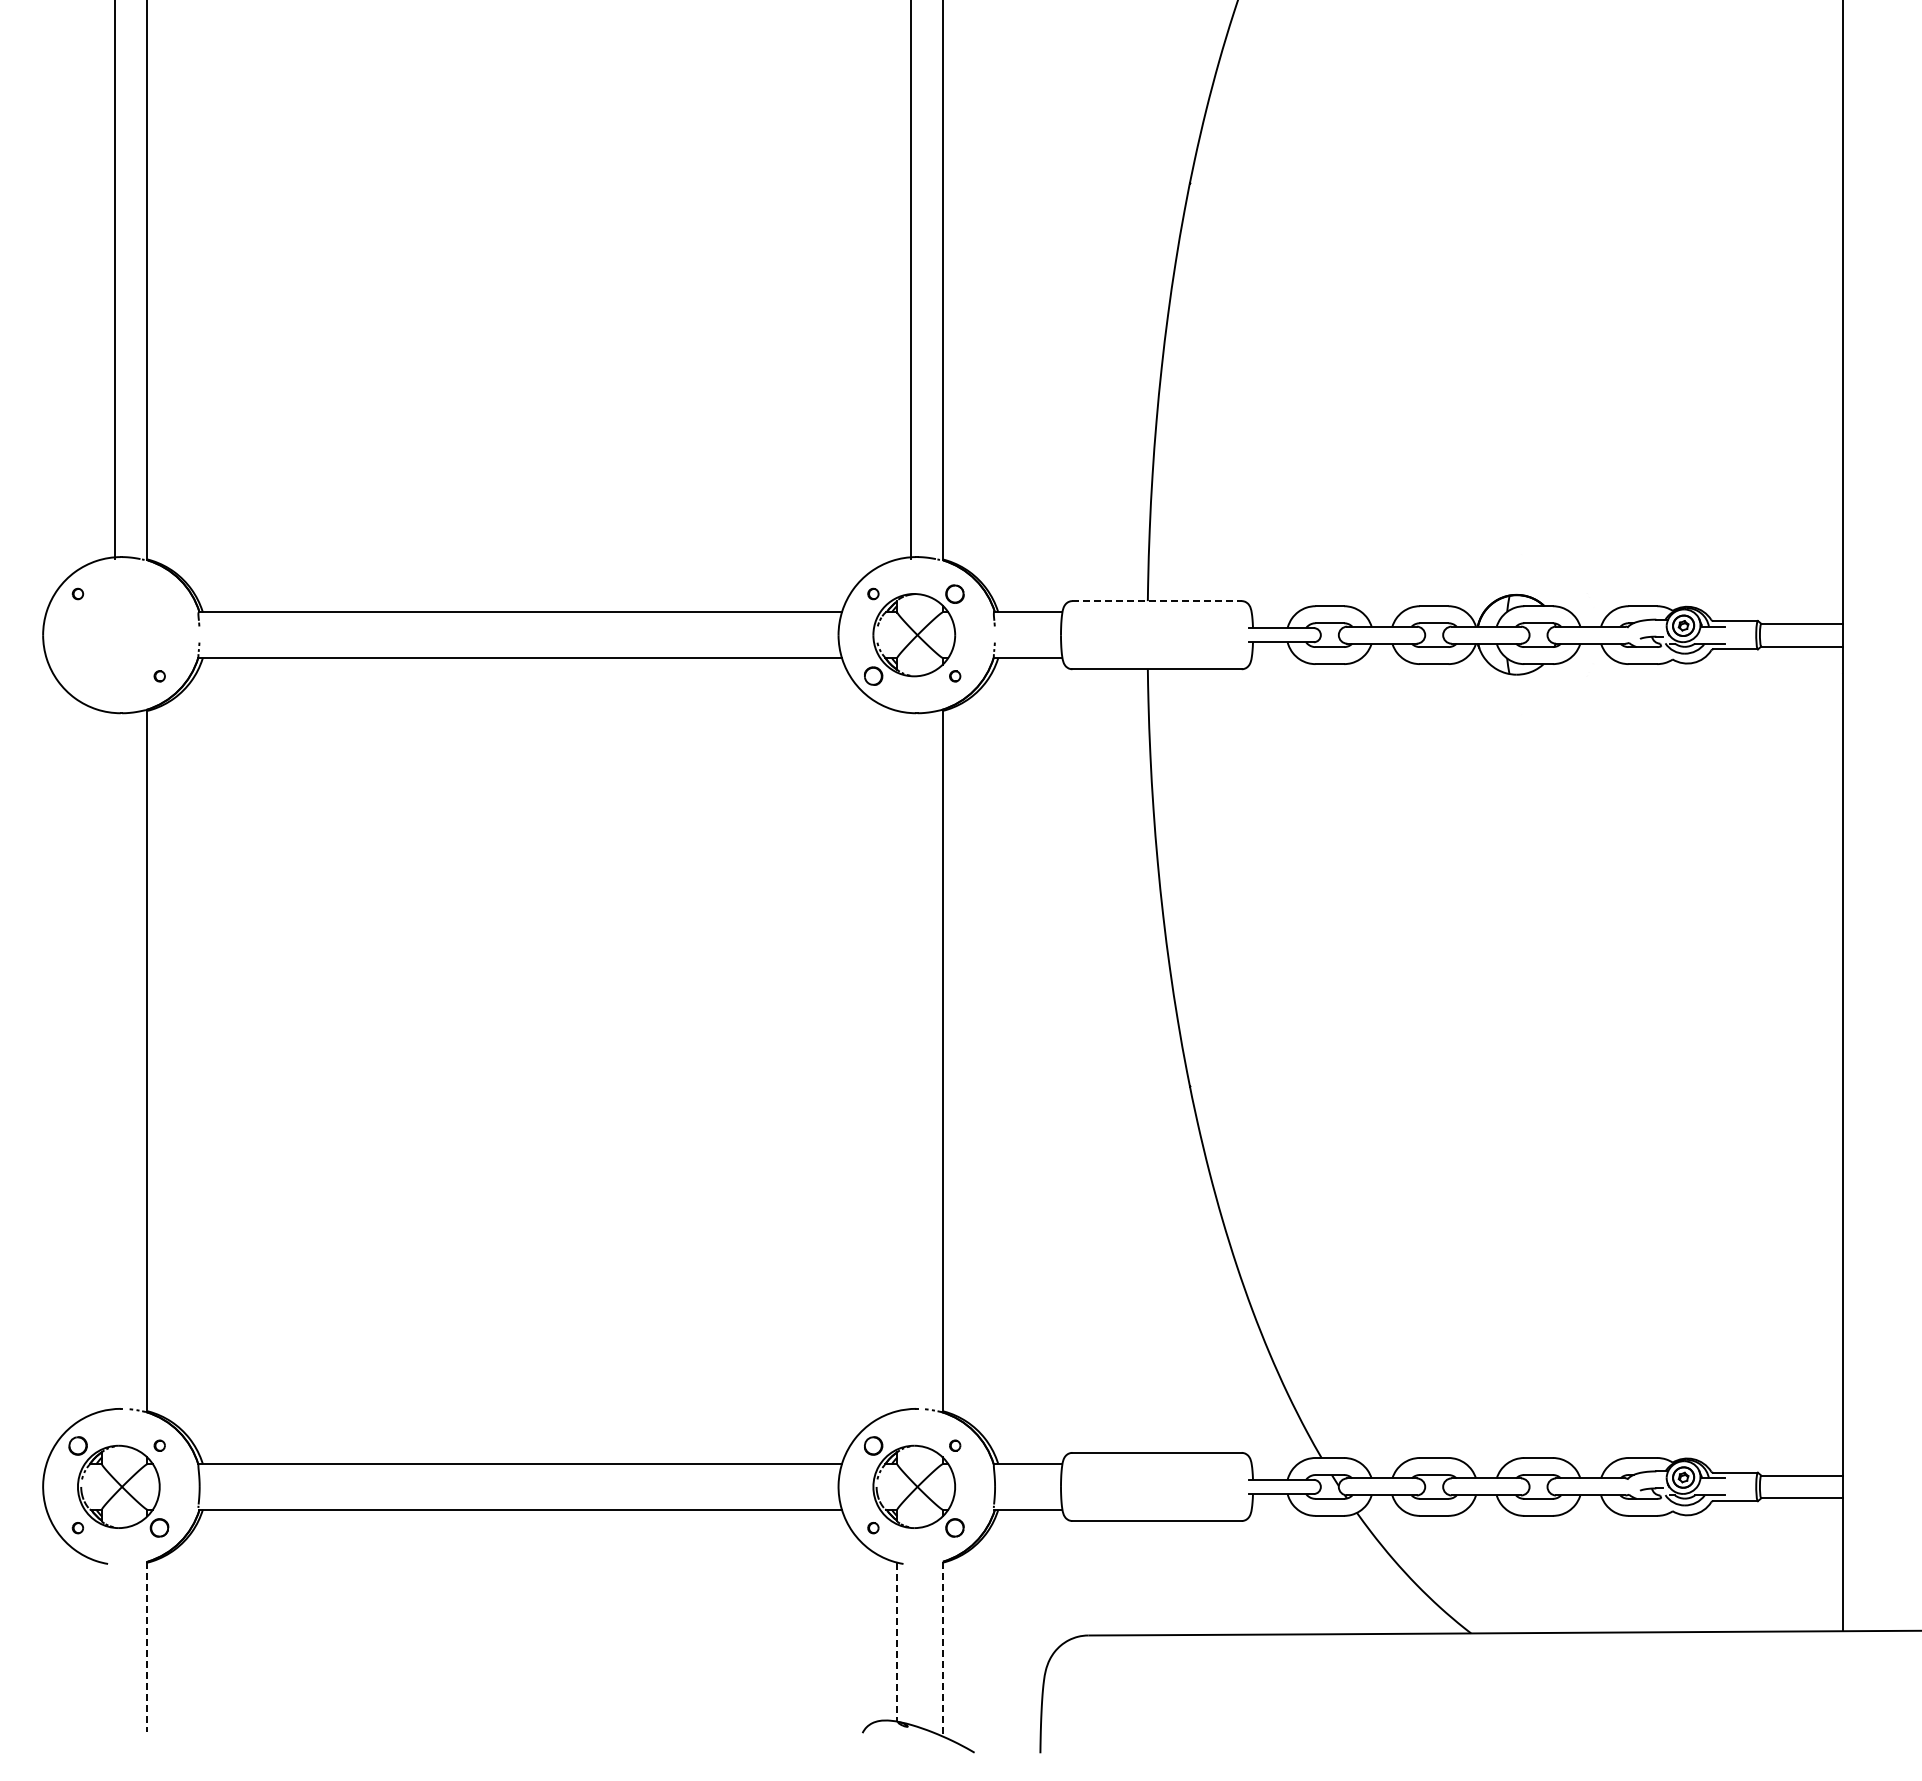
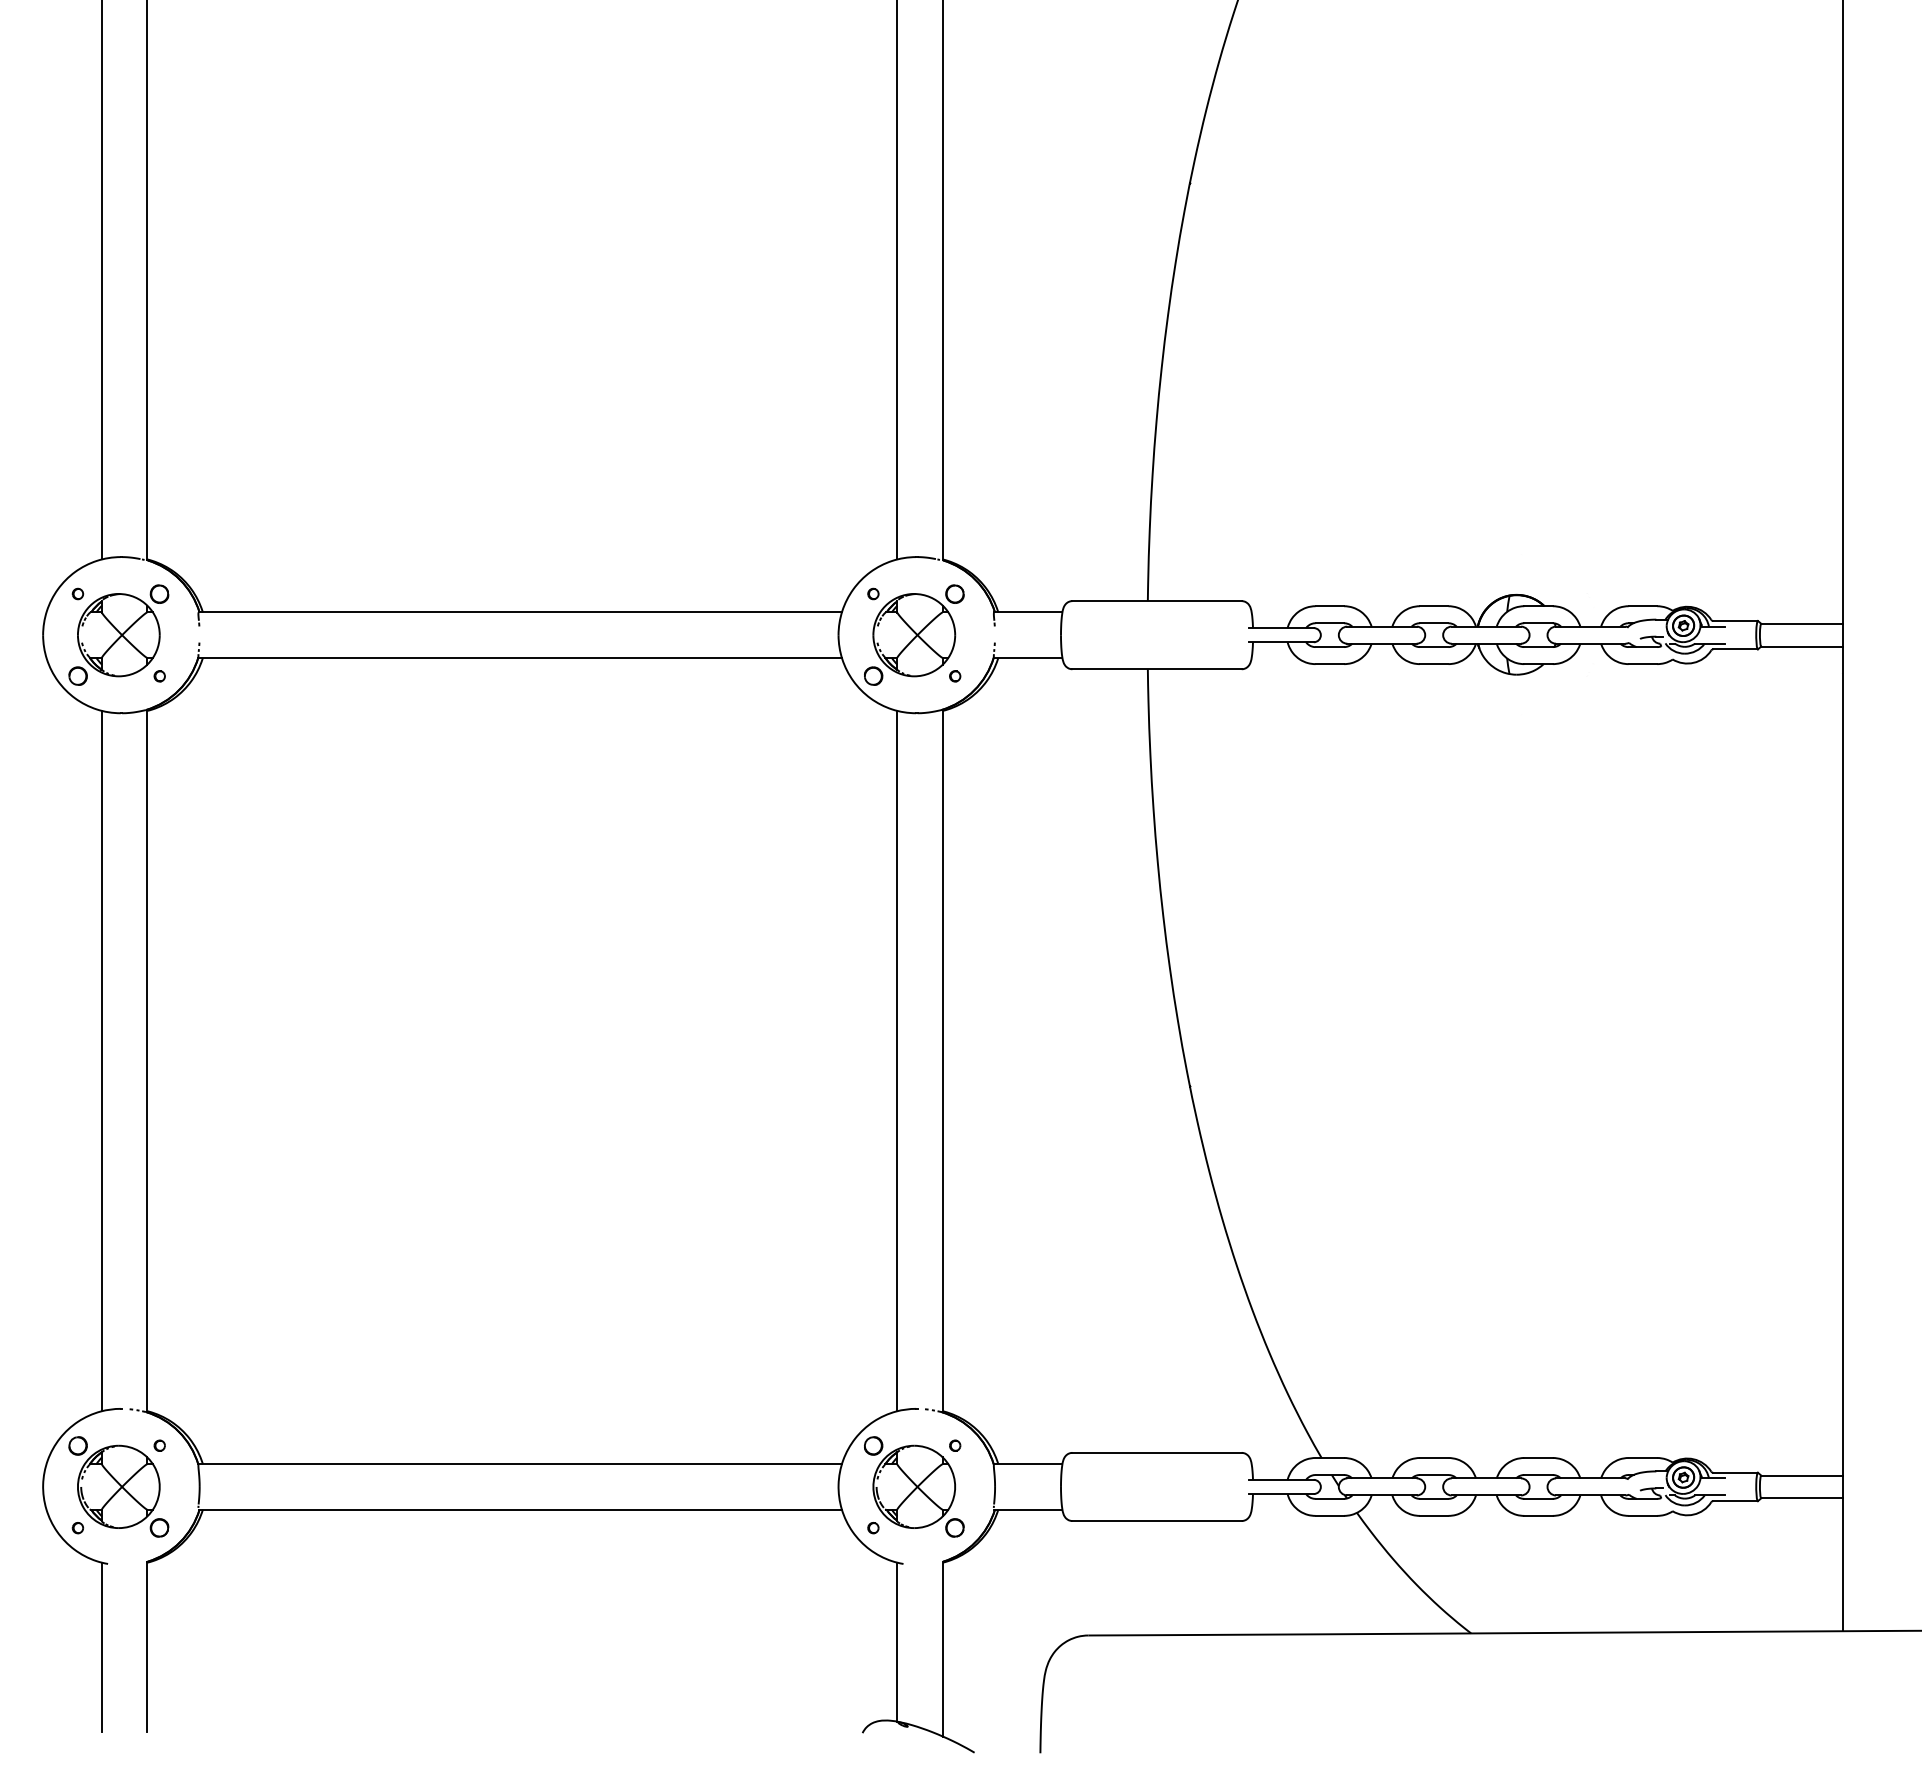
line at (114, 280) position: (114, 280) -> (101, 280)
line at (911, 280) position: (911, 280) -> (897, 280)
line at (1157, 601): dashed -> solid
part at (118, 634): none -> present
line at (101, 1060): none -> present
line at (897, 1060): none -> present
line at (897, 1642): dashed -> solid
line at (101, 1647): none -> present
line at (147, 1647): dashed -> solid
line at (942, 1649): dashed -> solid
